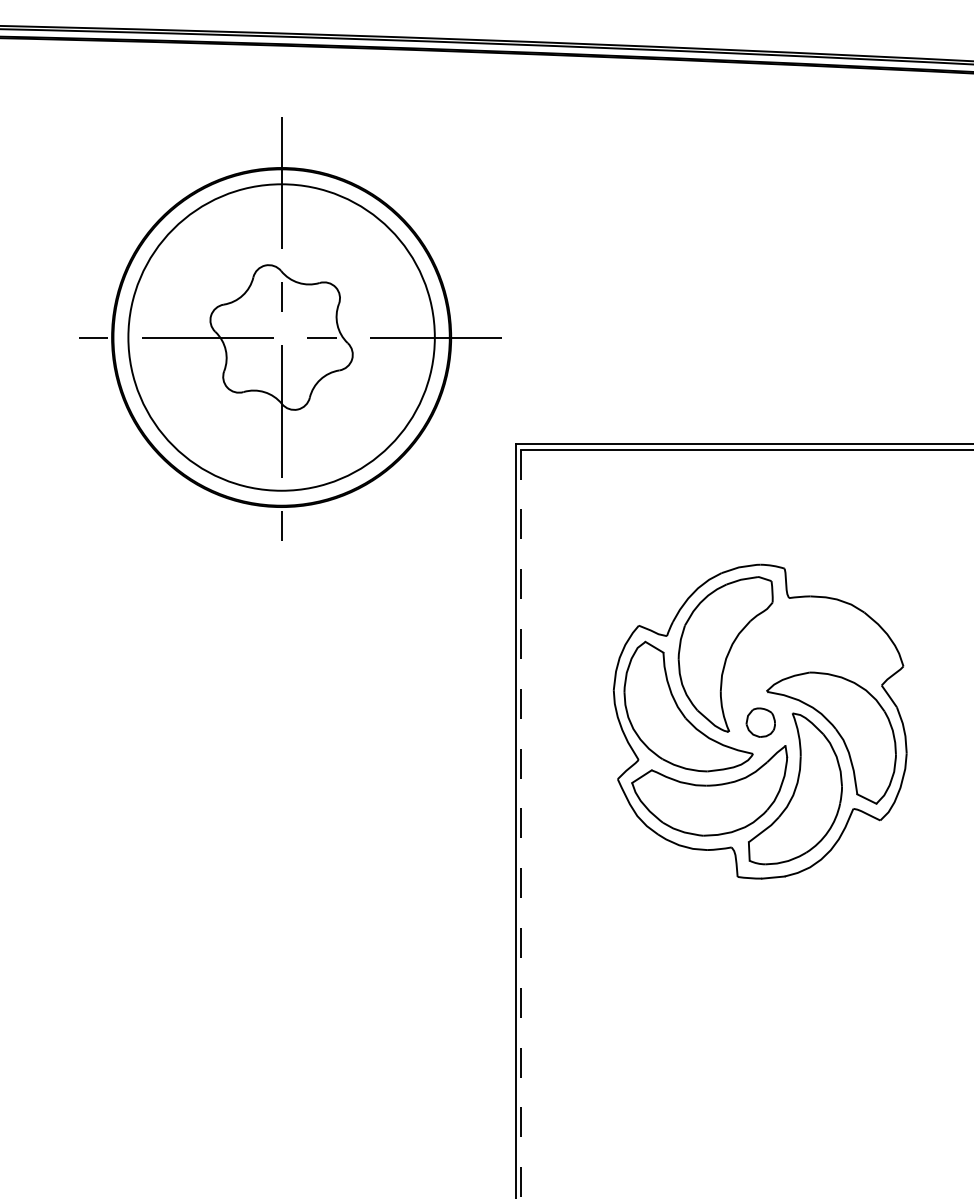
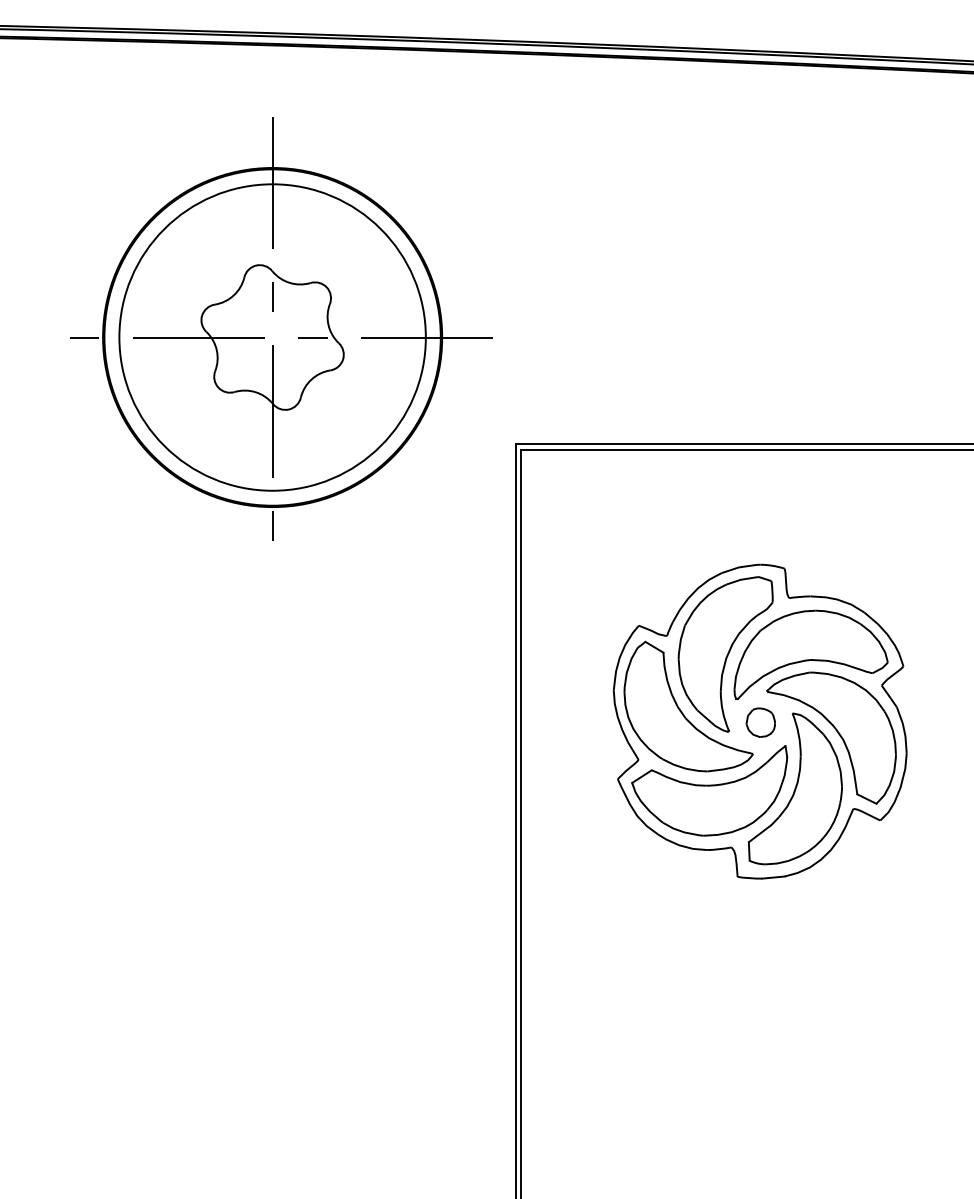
part at (290, 328) position: (290, 328) -> (281, 328)
part at (810, 654): none -> present
line at (521, 824): dashed -> solid
